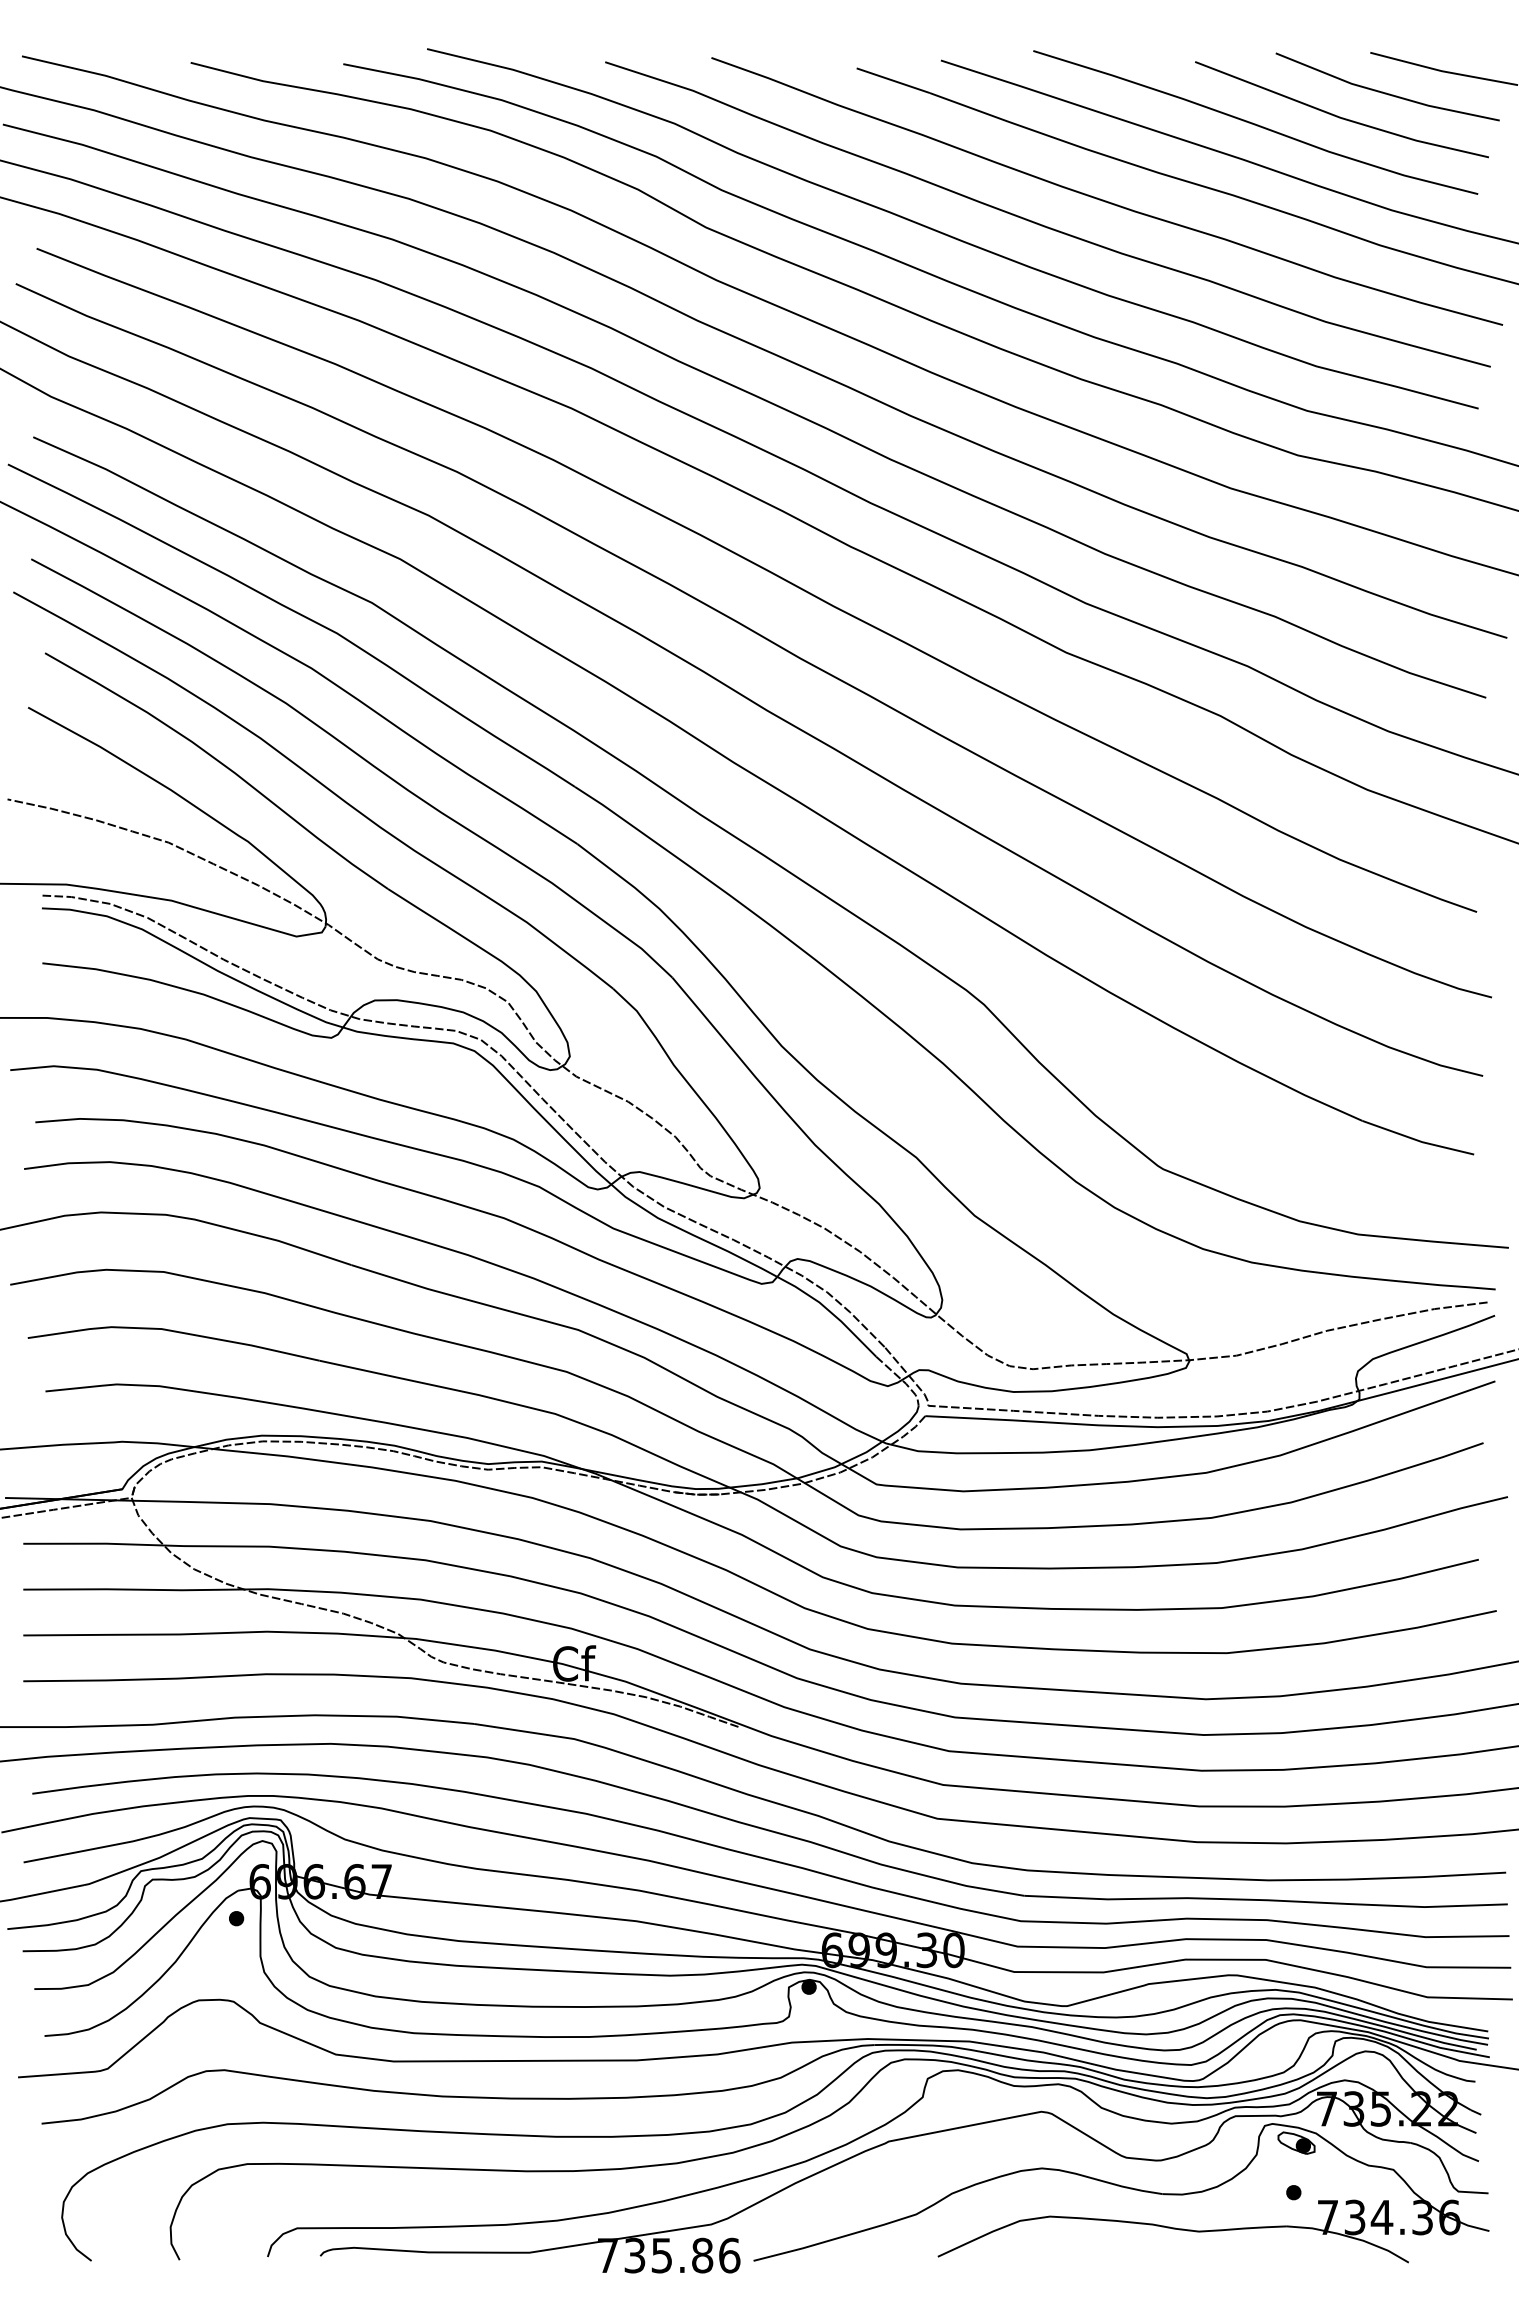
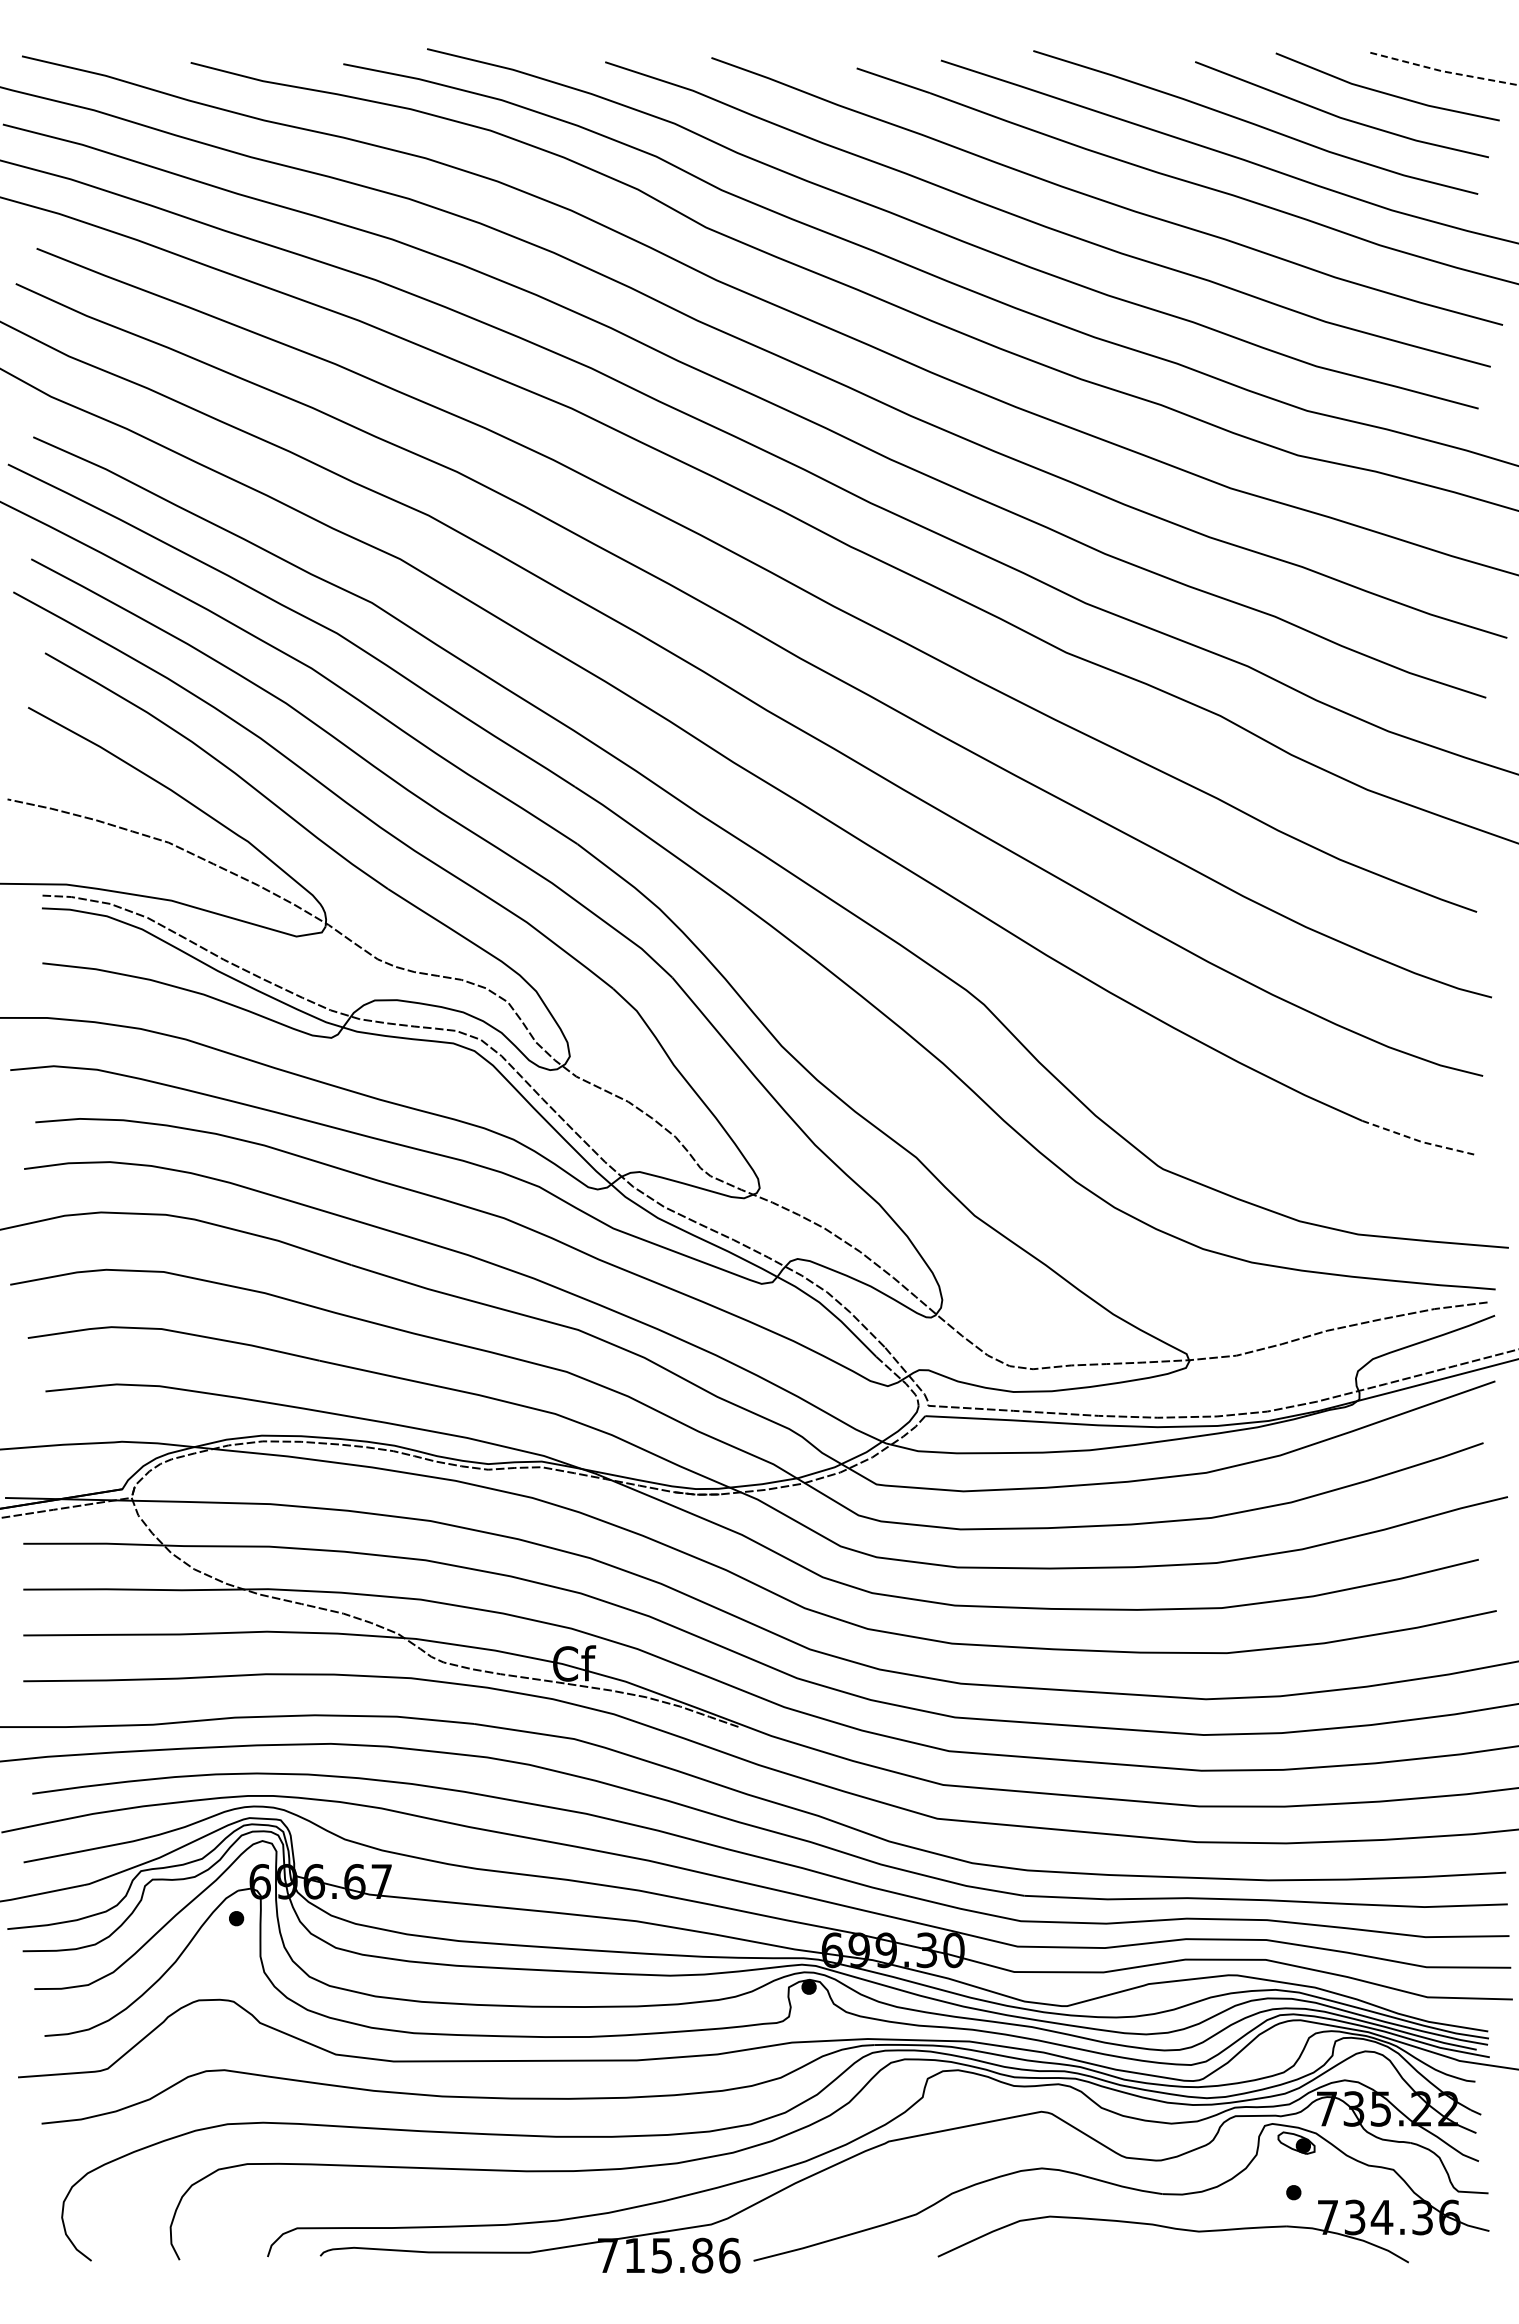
line at (1443, 71): solid -> dashed
line at (1417, 1140): solid -> dashed
text at (634, 2255): 735.86 -> 715.86
